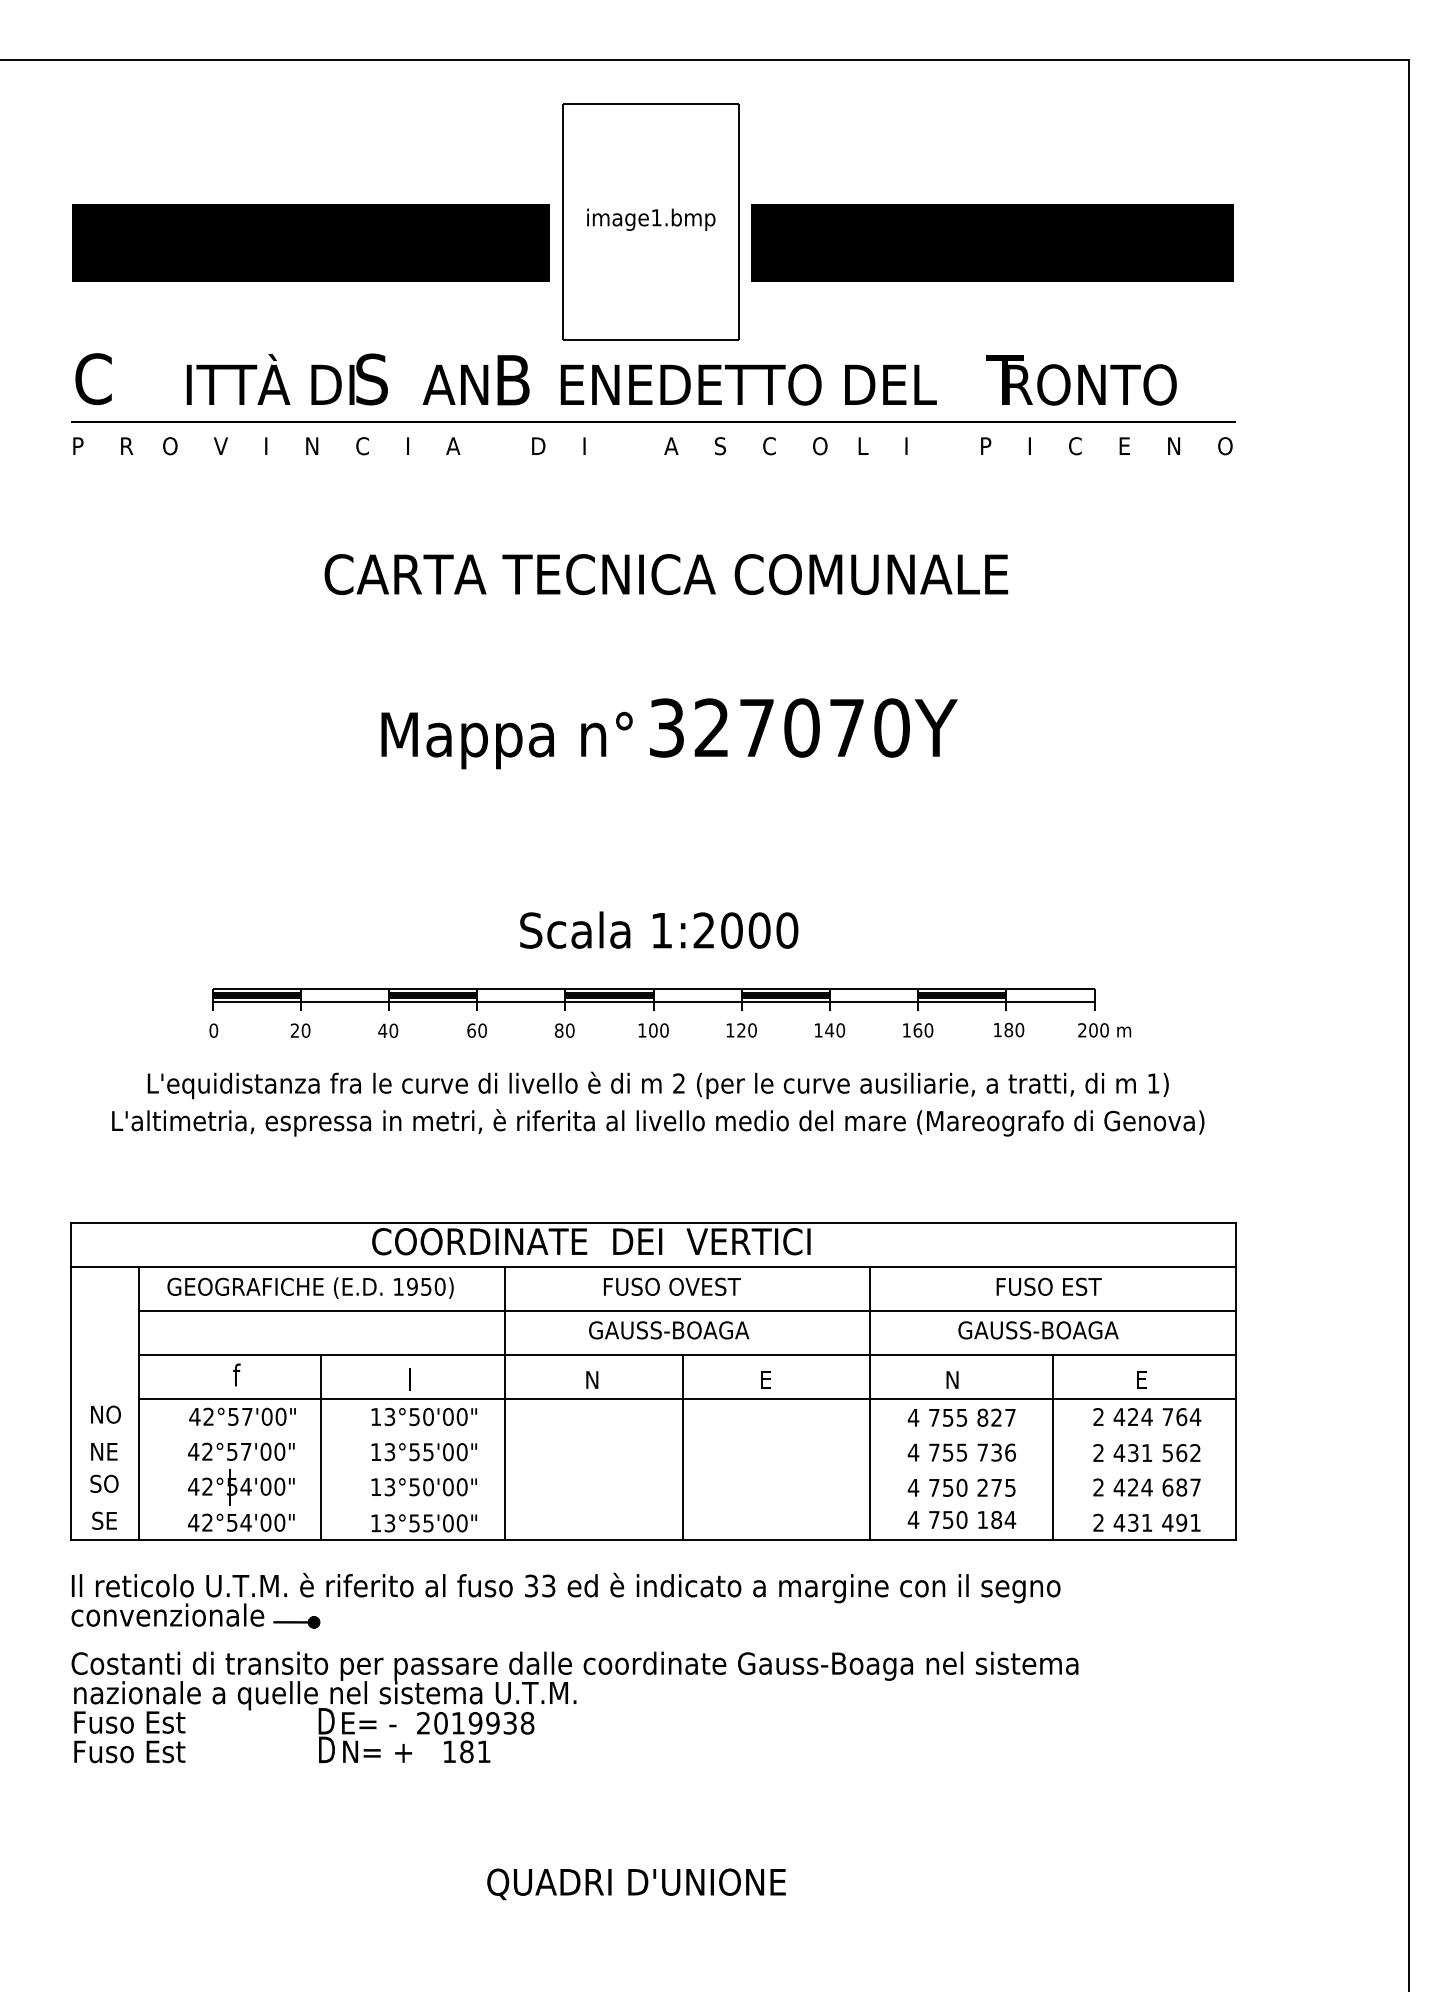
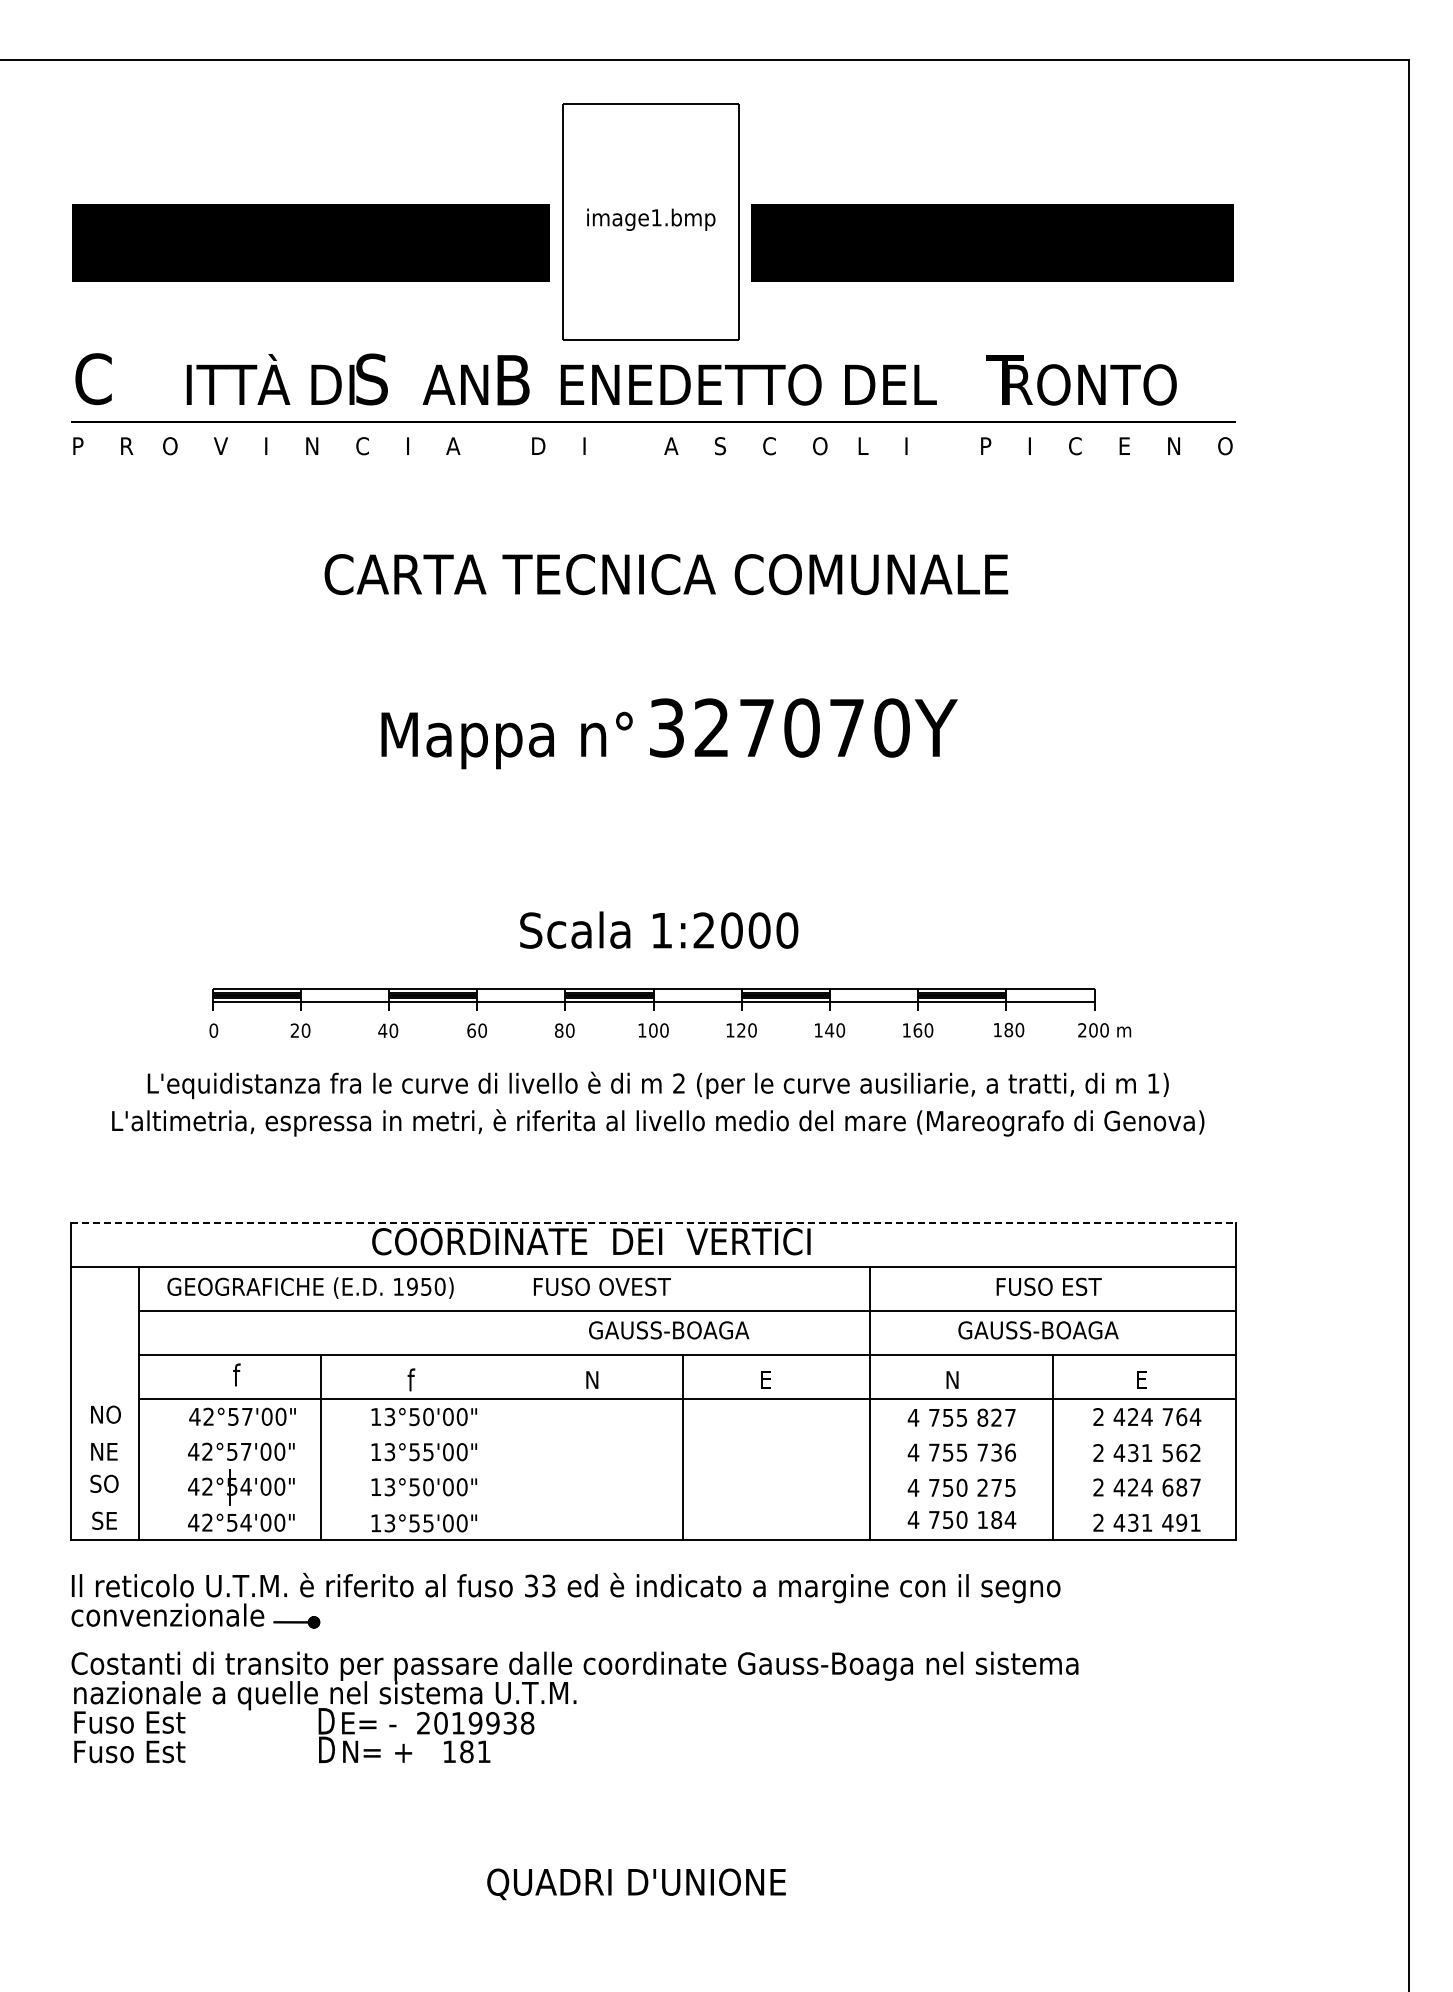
line at (654, 1222): solid -> dashed
text at (672, 1286) position: (672, 1286) -> (602, 1286)
text at (411, 1379): l -> f
line at (504, 1403): present -> none
